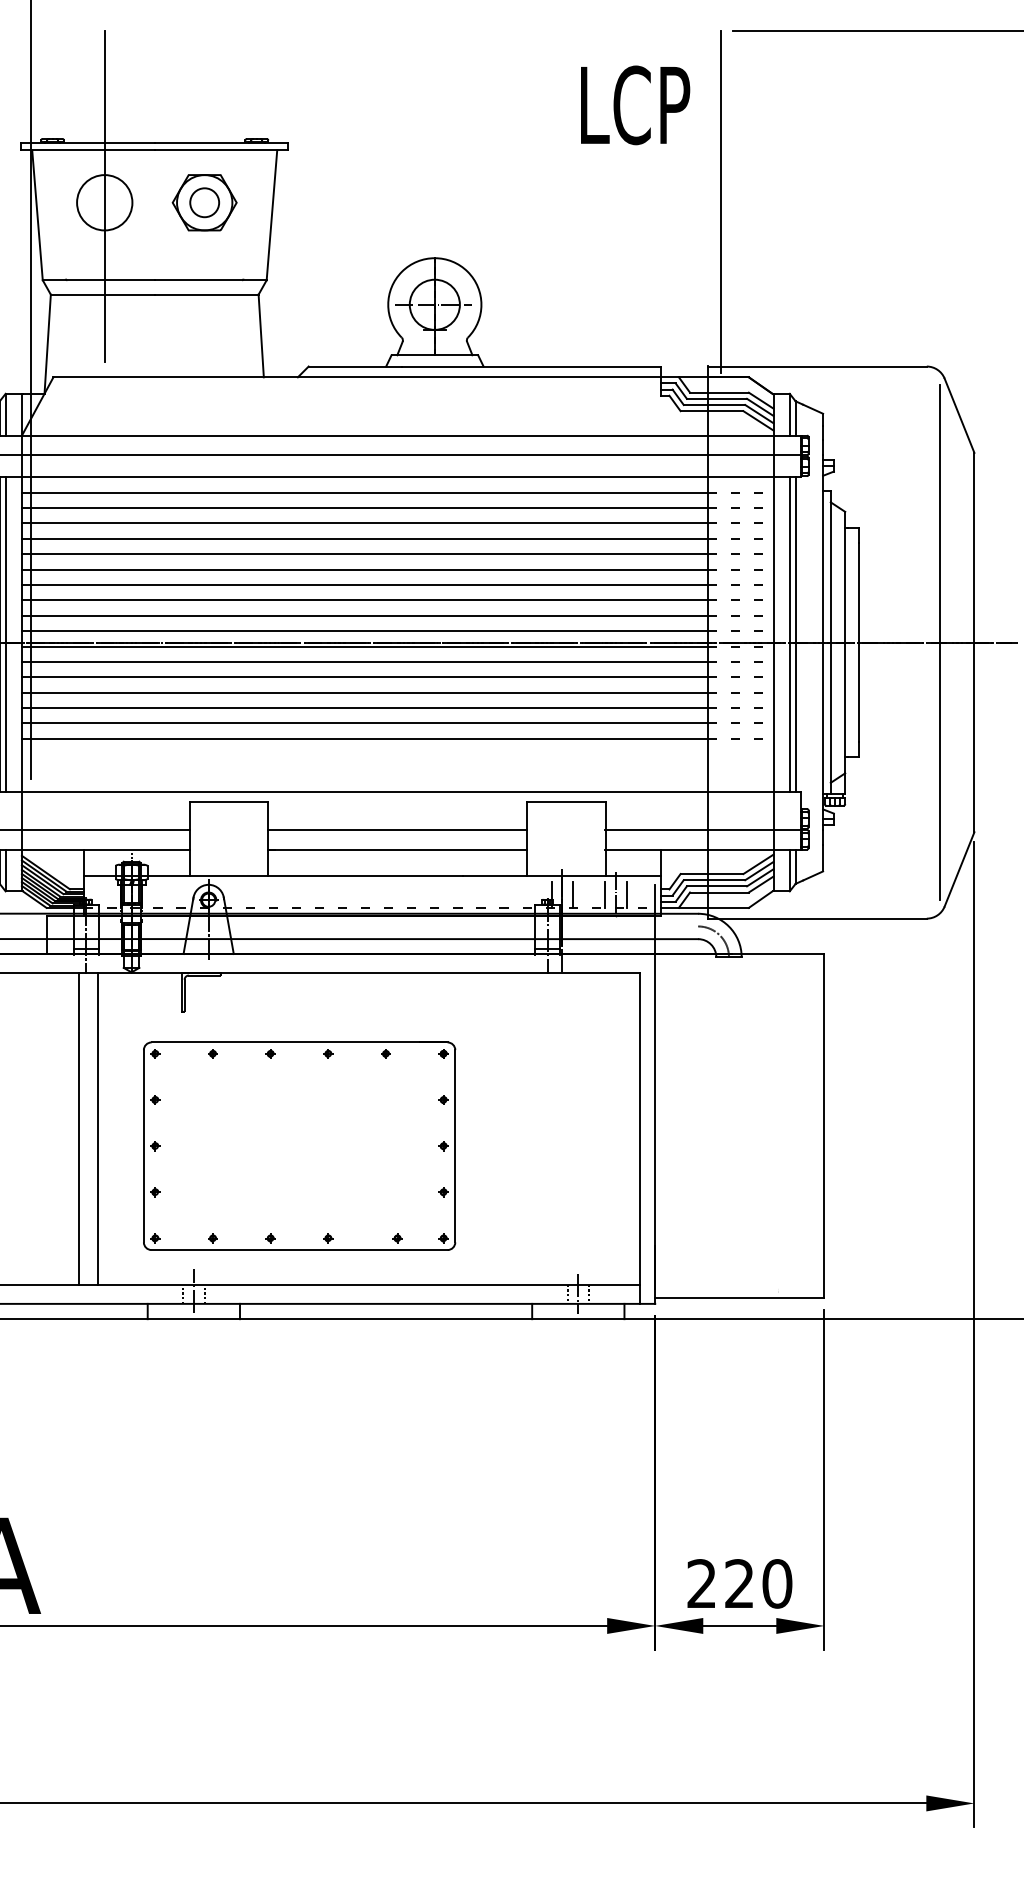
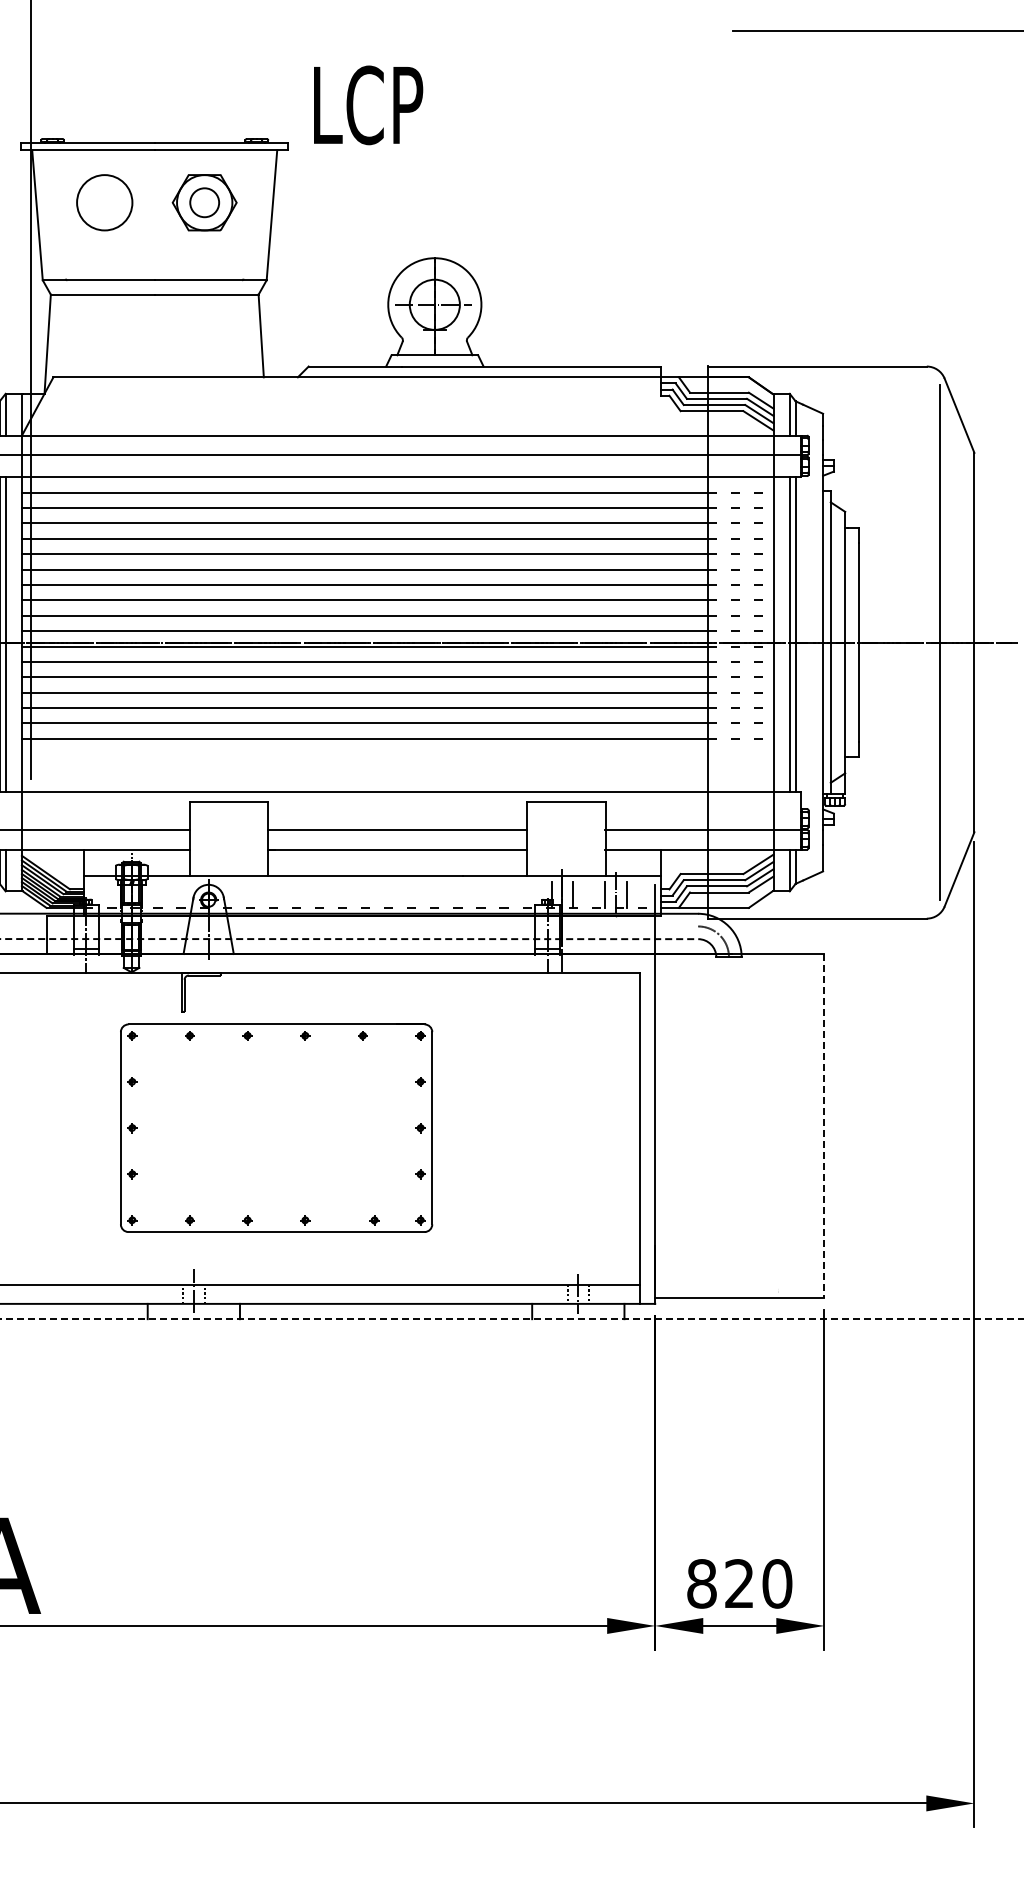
text at (635, 105) position: (635, 105) -> (368, 105)
line at (105, 196): present -> none
line at (720, 202): present -> none
line at (349, 939): solid -> dashed
line at (824, 1126): solid -> dashed
line at (78, 1128): present -> none
line at (97, 1128): present -> none
part at (299, 1145) position: (299, 1145) -> (276, 1127)
line at (511, 1319): solid -> dashed
text at (701, 1583): 220 -> 820
